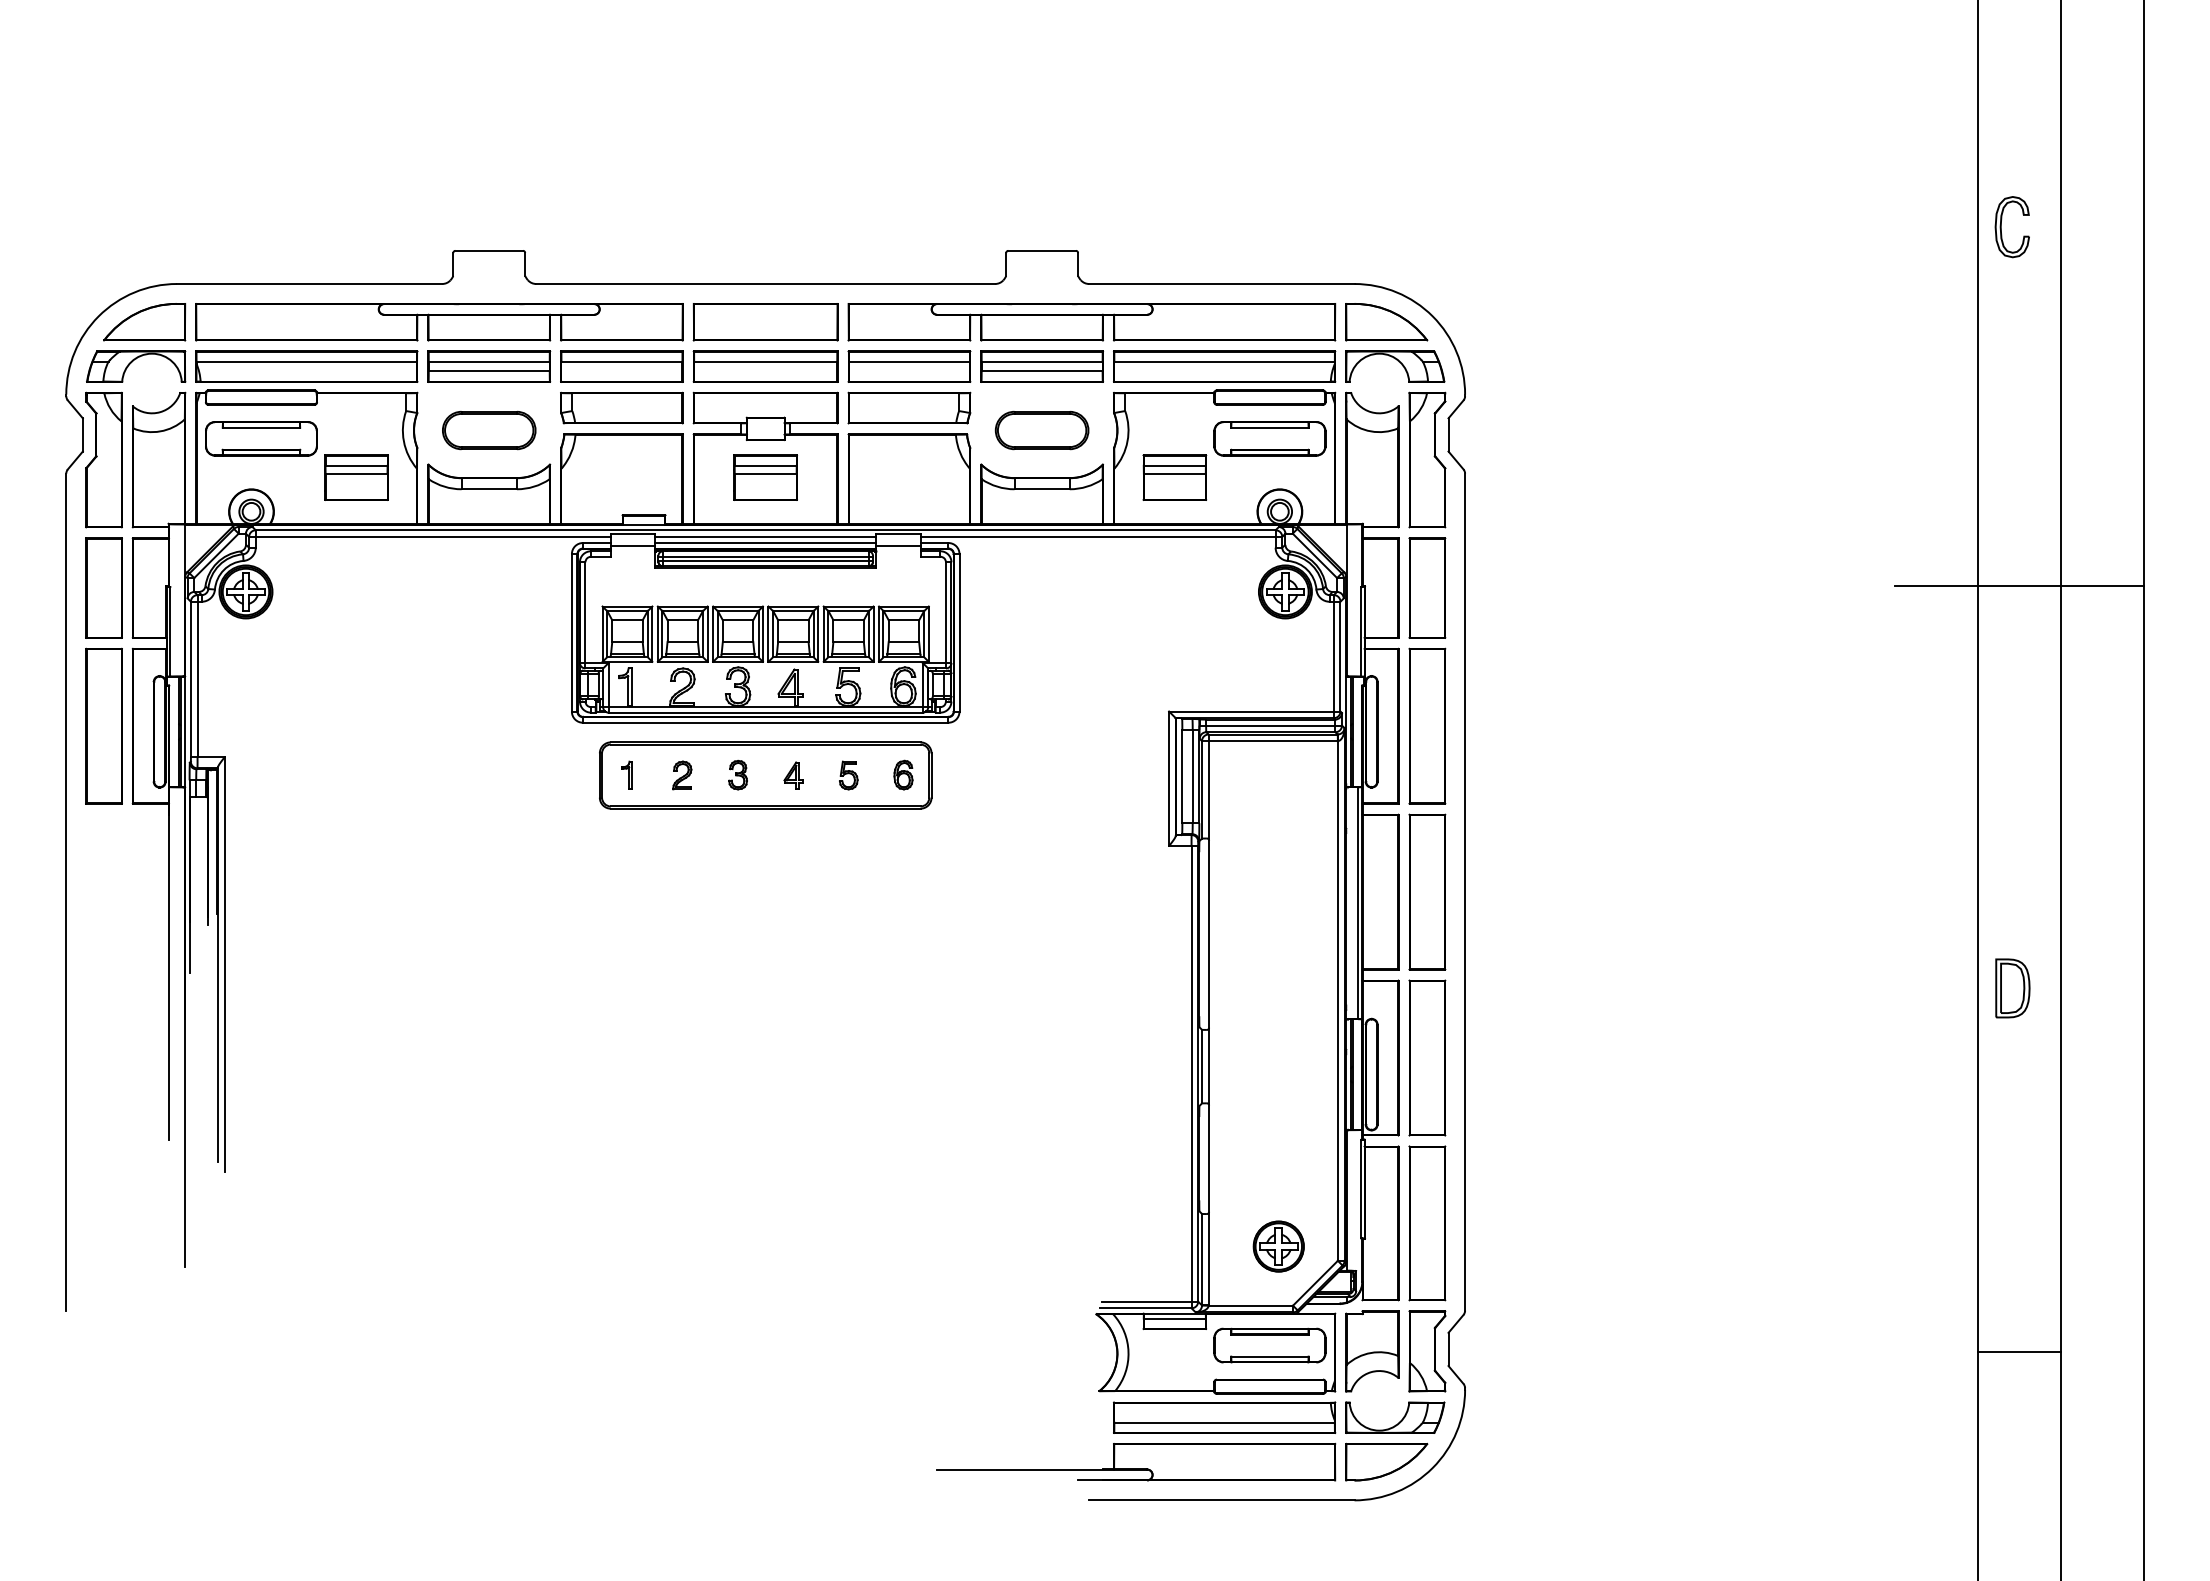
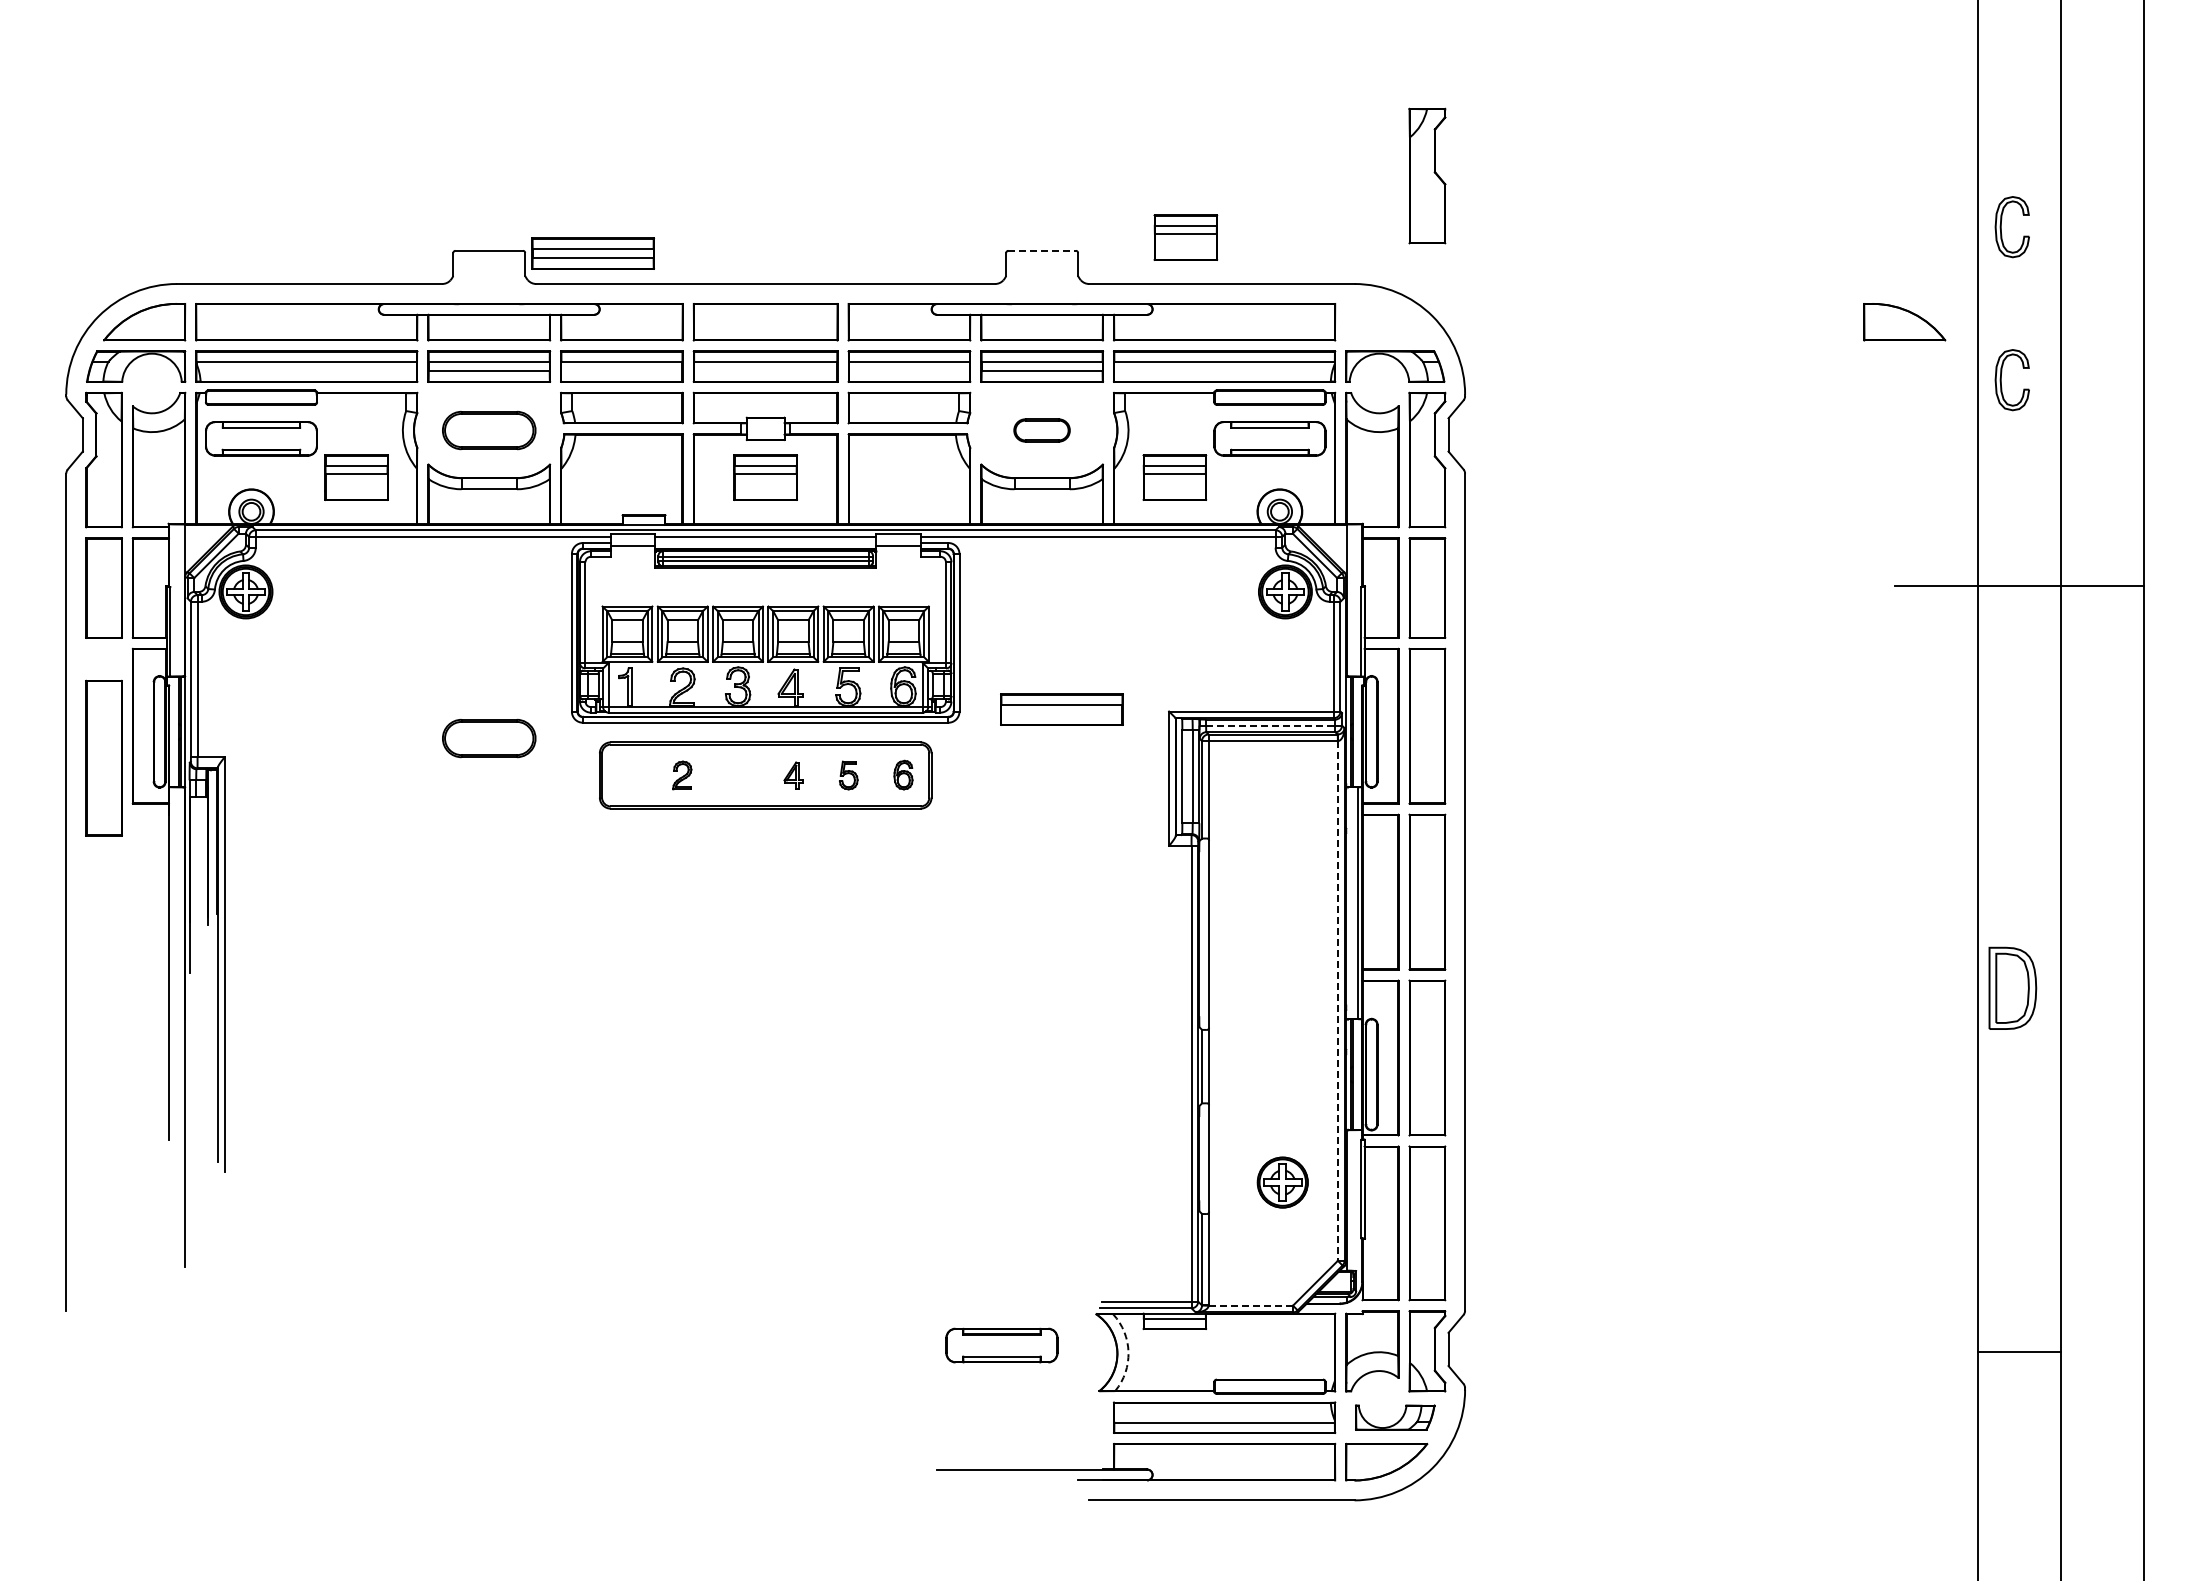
part at (1427, 175): none -> present
part at (1185, 237): none -> present
line at (1042, 250): solid -> dashed
part at (592, 253): none -> present
part at (1386, 322) position: (1386, 322) -> (1904, 322)
part at (2001, 380): none -> present
part at (1041, 430) size: 96x41 px -> 58x25 px
line at (765, 543): present -> none
part at (1061, 709): none -> present
part at (103, 725) position: (103, 725) -> (103, 757)
line at (1270, 725): solid -> dashed
part at (489, 738): none -> present
part at (626, 774): present -> none
part at (737, 774): present -> none
part at (2012, 988) size: 36x61 px -> 50x84 px
line at (1337, 1000): solid -> dashed
part at (1278, 1246) position: (1278, 1246) -> (1282, 1182)
line at (1251, 1305): solid -> dashed
part at (1269, 1345) position: (1269, 1345) -> (1001, 1345)
arc at (1128, 1352): solid -> dashed
part at (1395, 1417) size: 101x33 px -> 81x27 px
